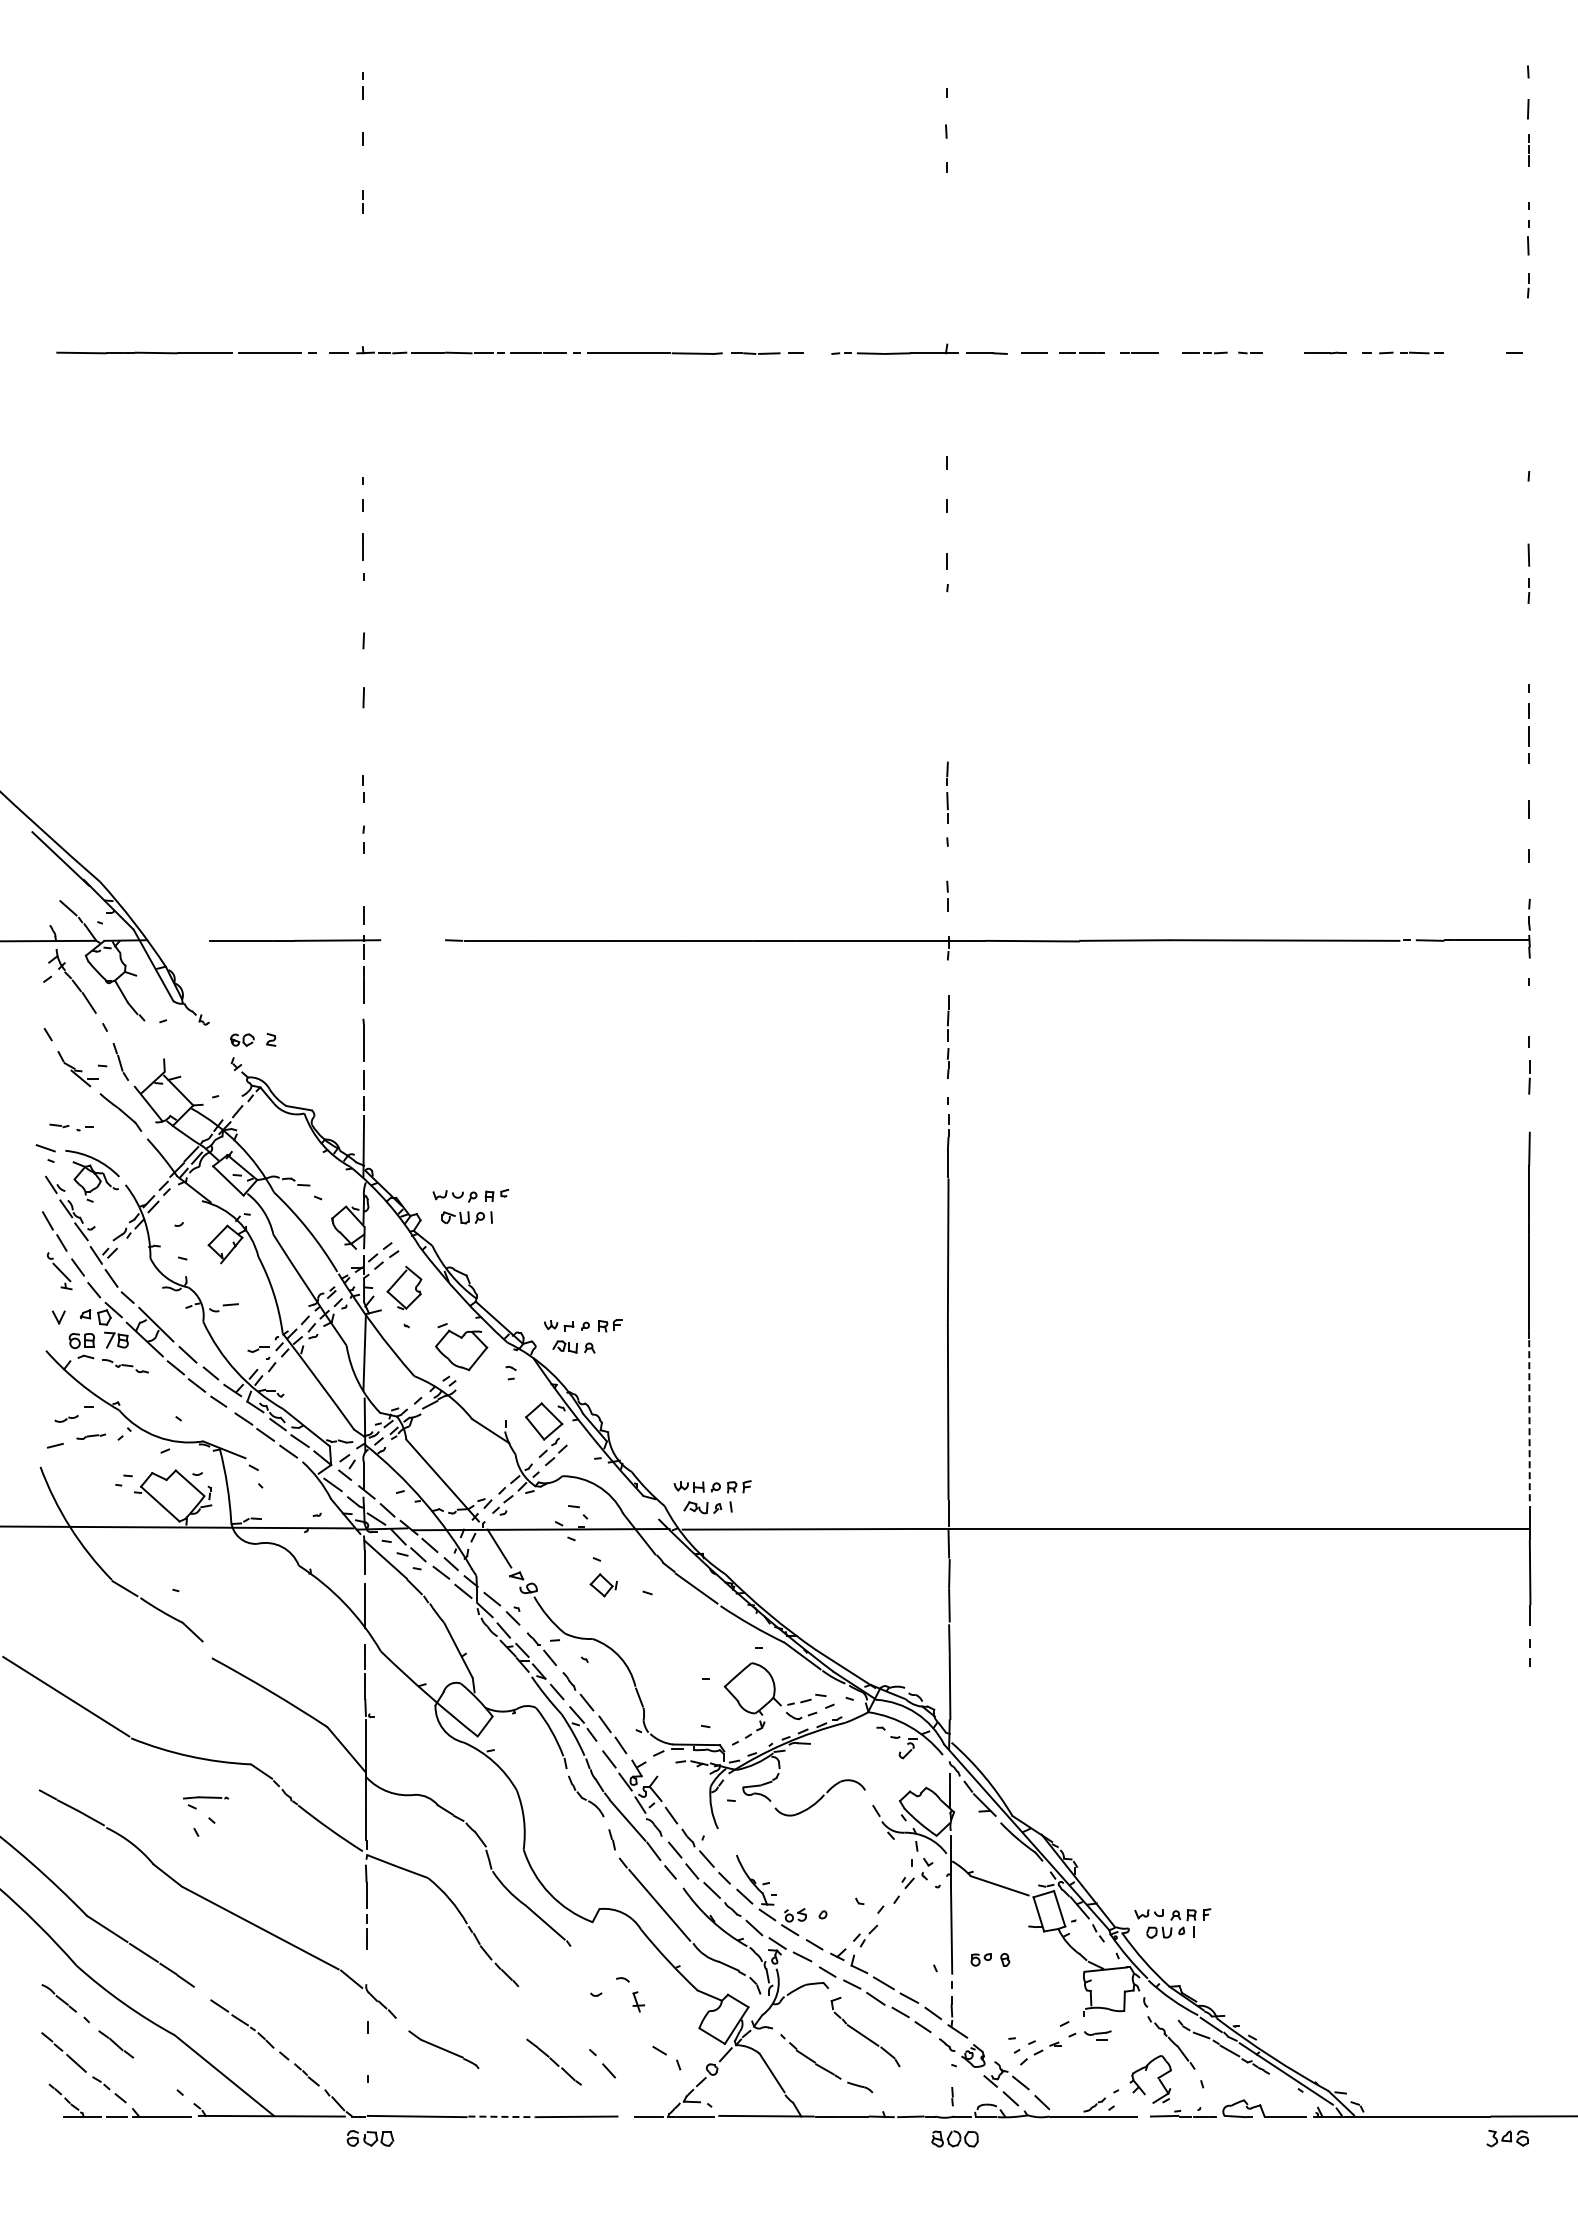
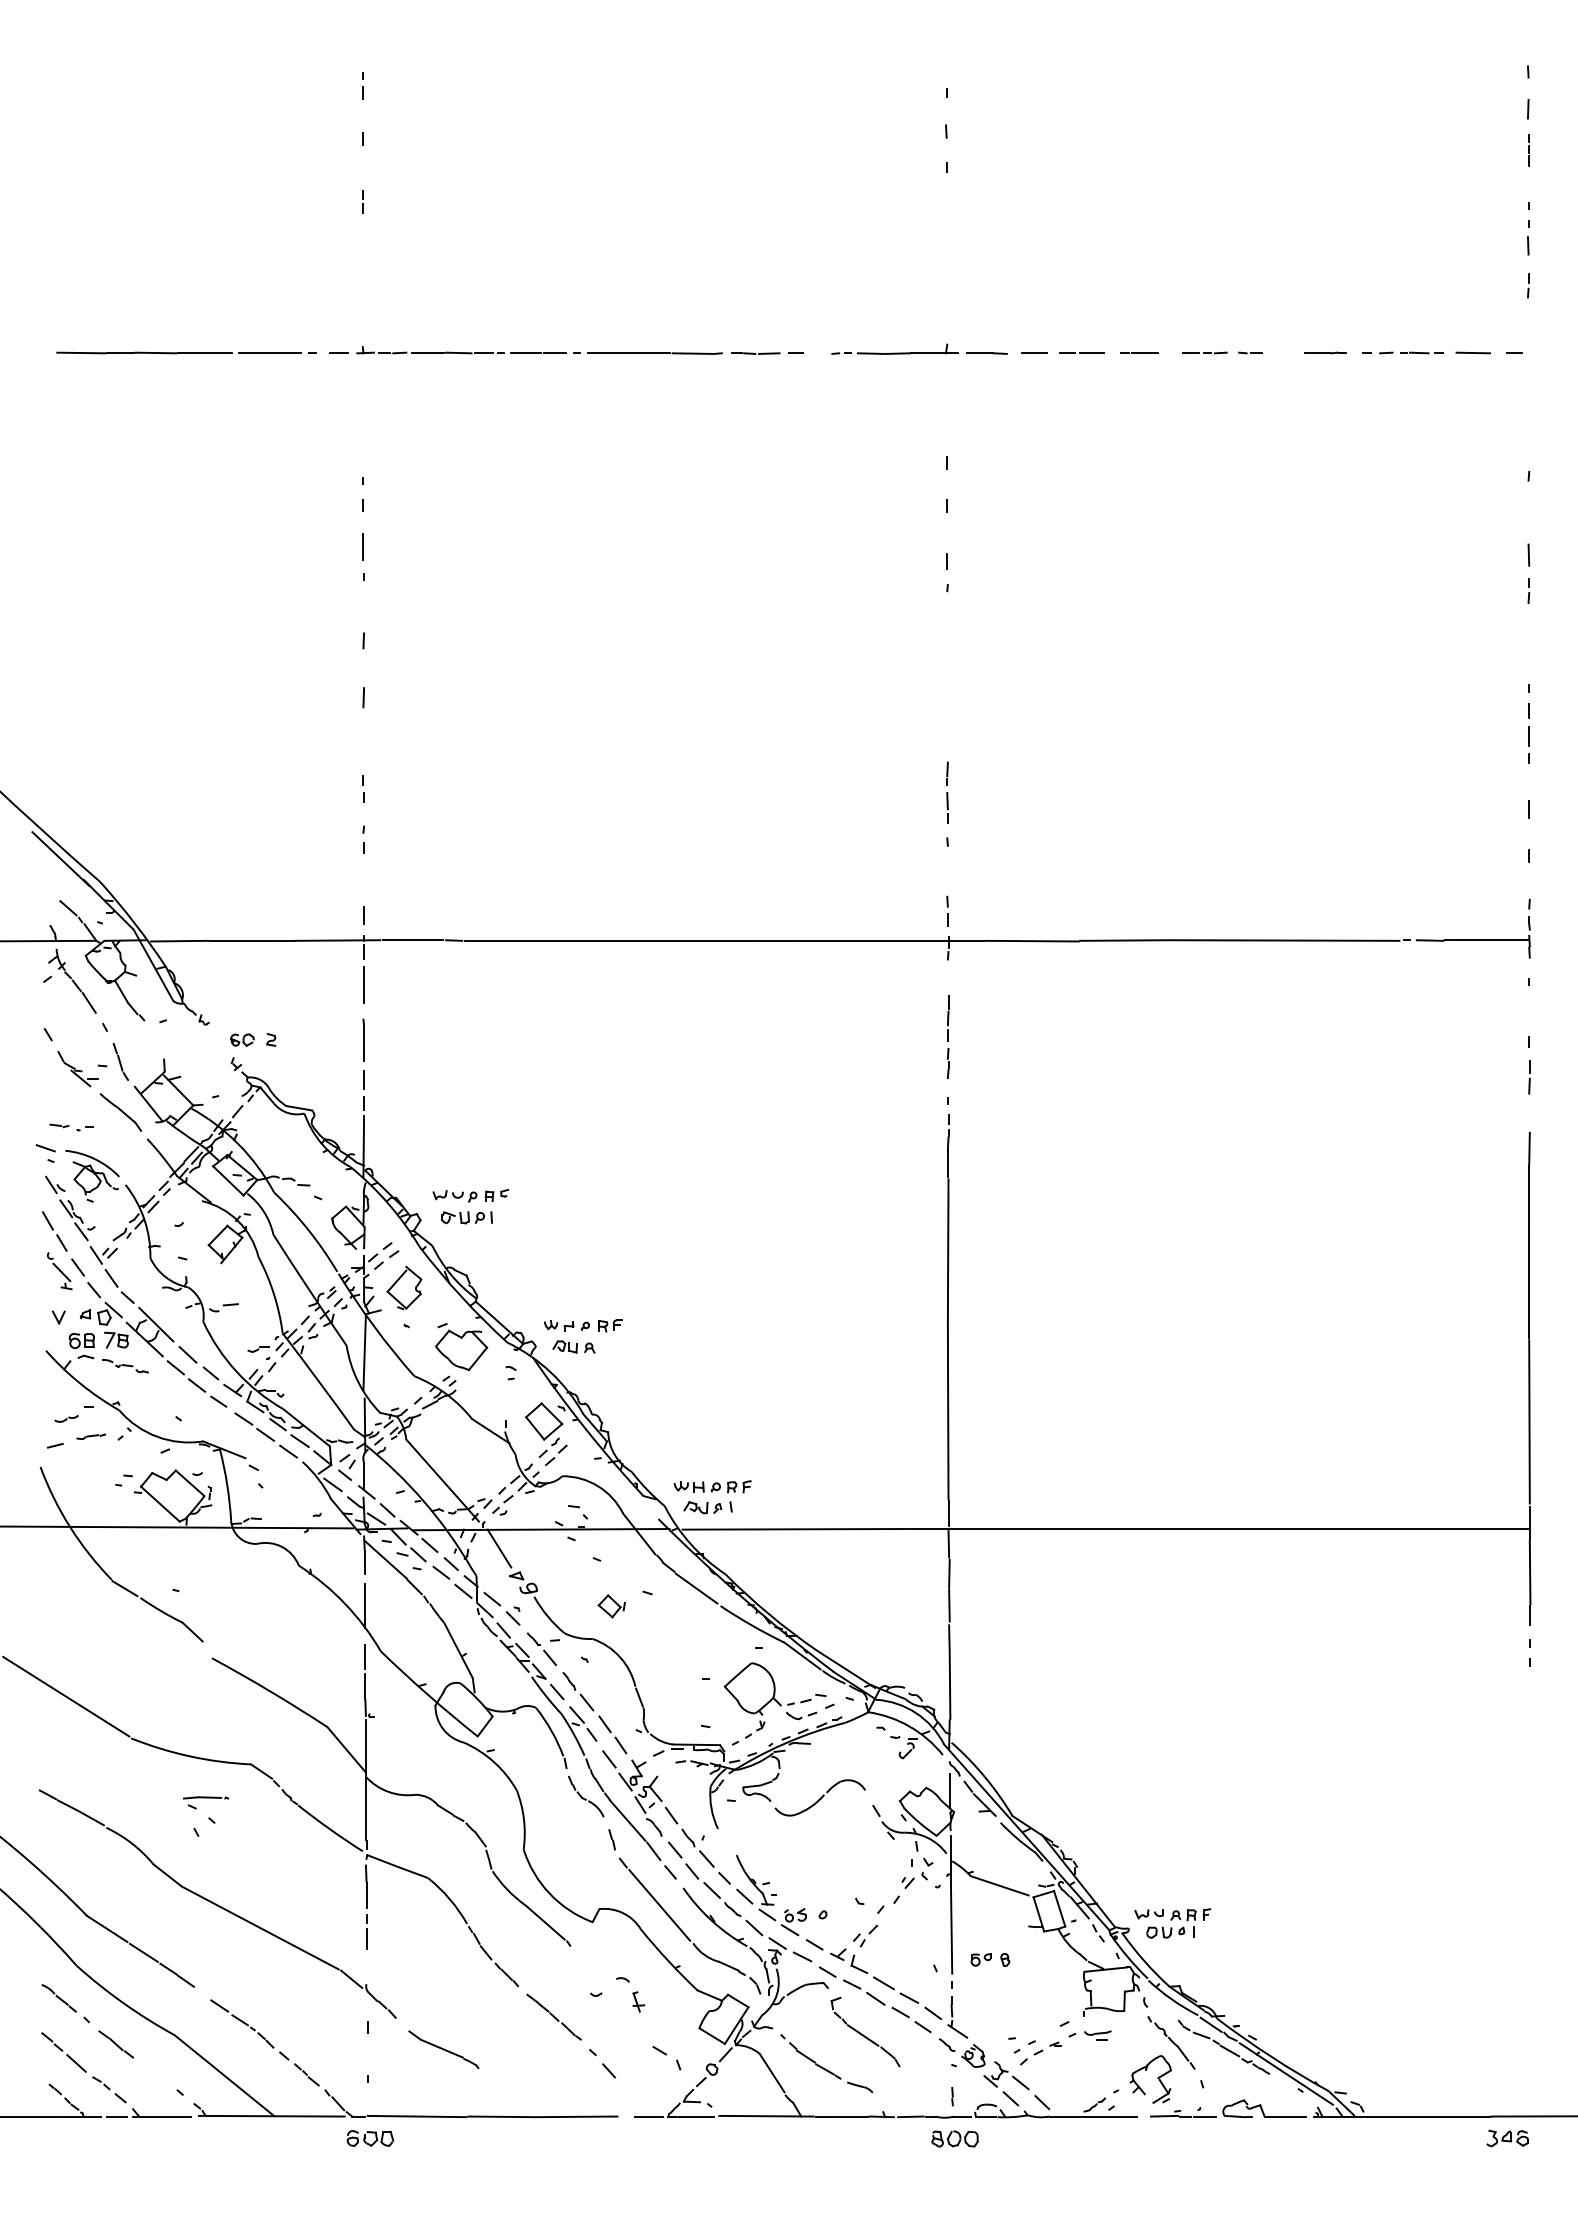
line at (1472, 352): none -> present
line at (947, 892) position: (947, 892) -> (947, 907)
line at (179, 940): none -> present
line at (412, 940): none -> present
line at (1529, 1421): dashed -> solid
part at (603, 1585) position: (603, 1585) -> (611, 1606)
part at (553, 2061) position: (553, 2061) -> (553, 2016)
line at (31, 2116): none -> present
line at (502, 2116): dashed -> solid
